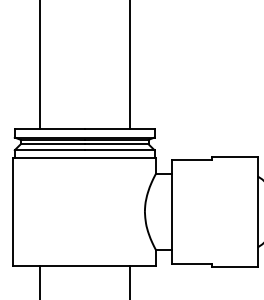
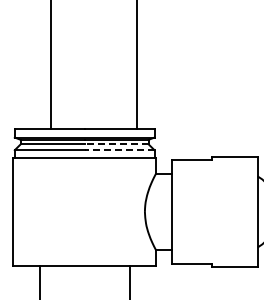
line at (39, 65) position: (39, 65) -> (50, 65)
line at (129, 65) position: (129, 65) -> (136, 65)
line at (116, 144): solid -> dashed
line at (119, 150): solid -> dashed
